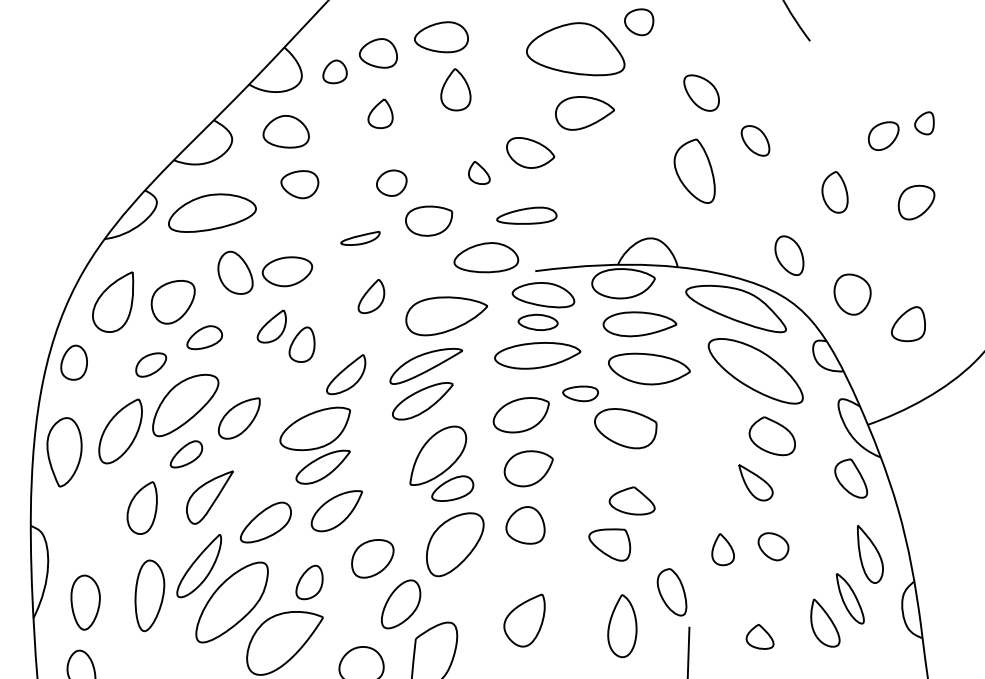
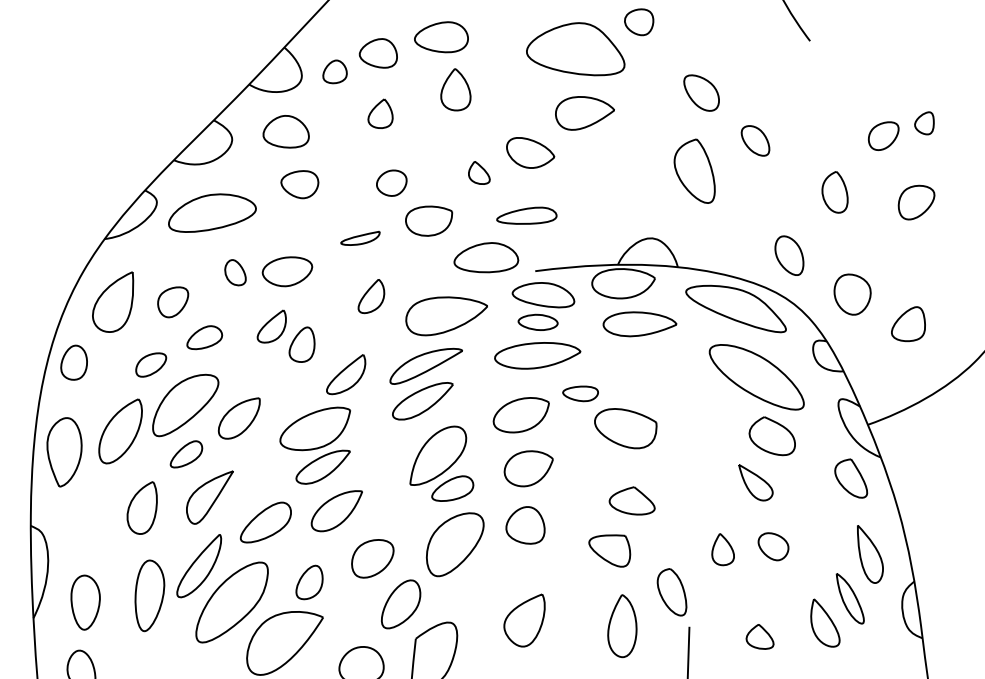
part at (235, 272) size: 37x45 px -> 23x28 px
part at (172, 302) size: 46x45 px -> 33x33 px
part at (649, 368): present -> none
part at (755, 371) position: (755, 371) -> (756, 377)
part at (609, 544) position: (609, 544) -> (609, 550)
